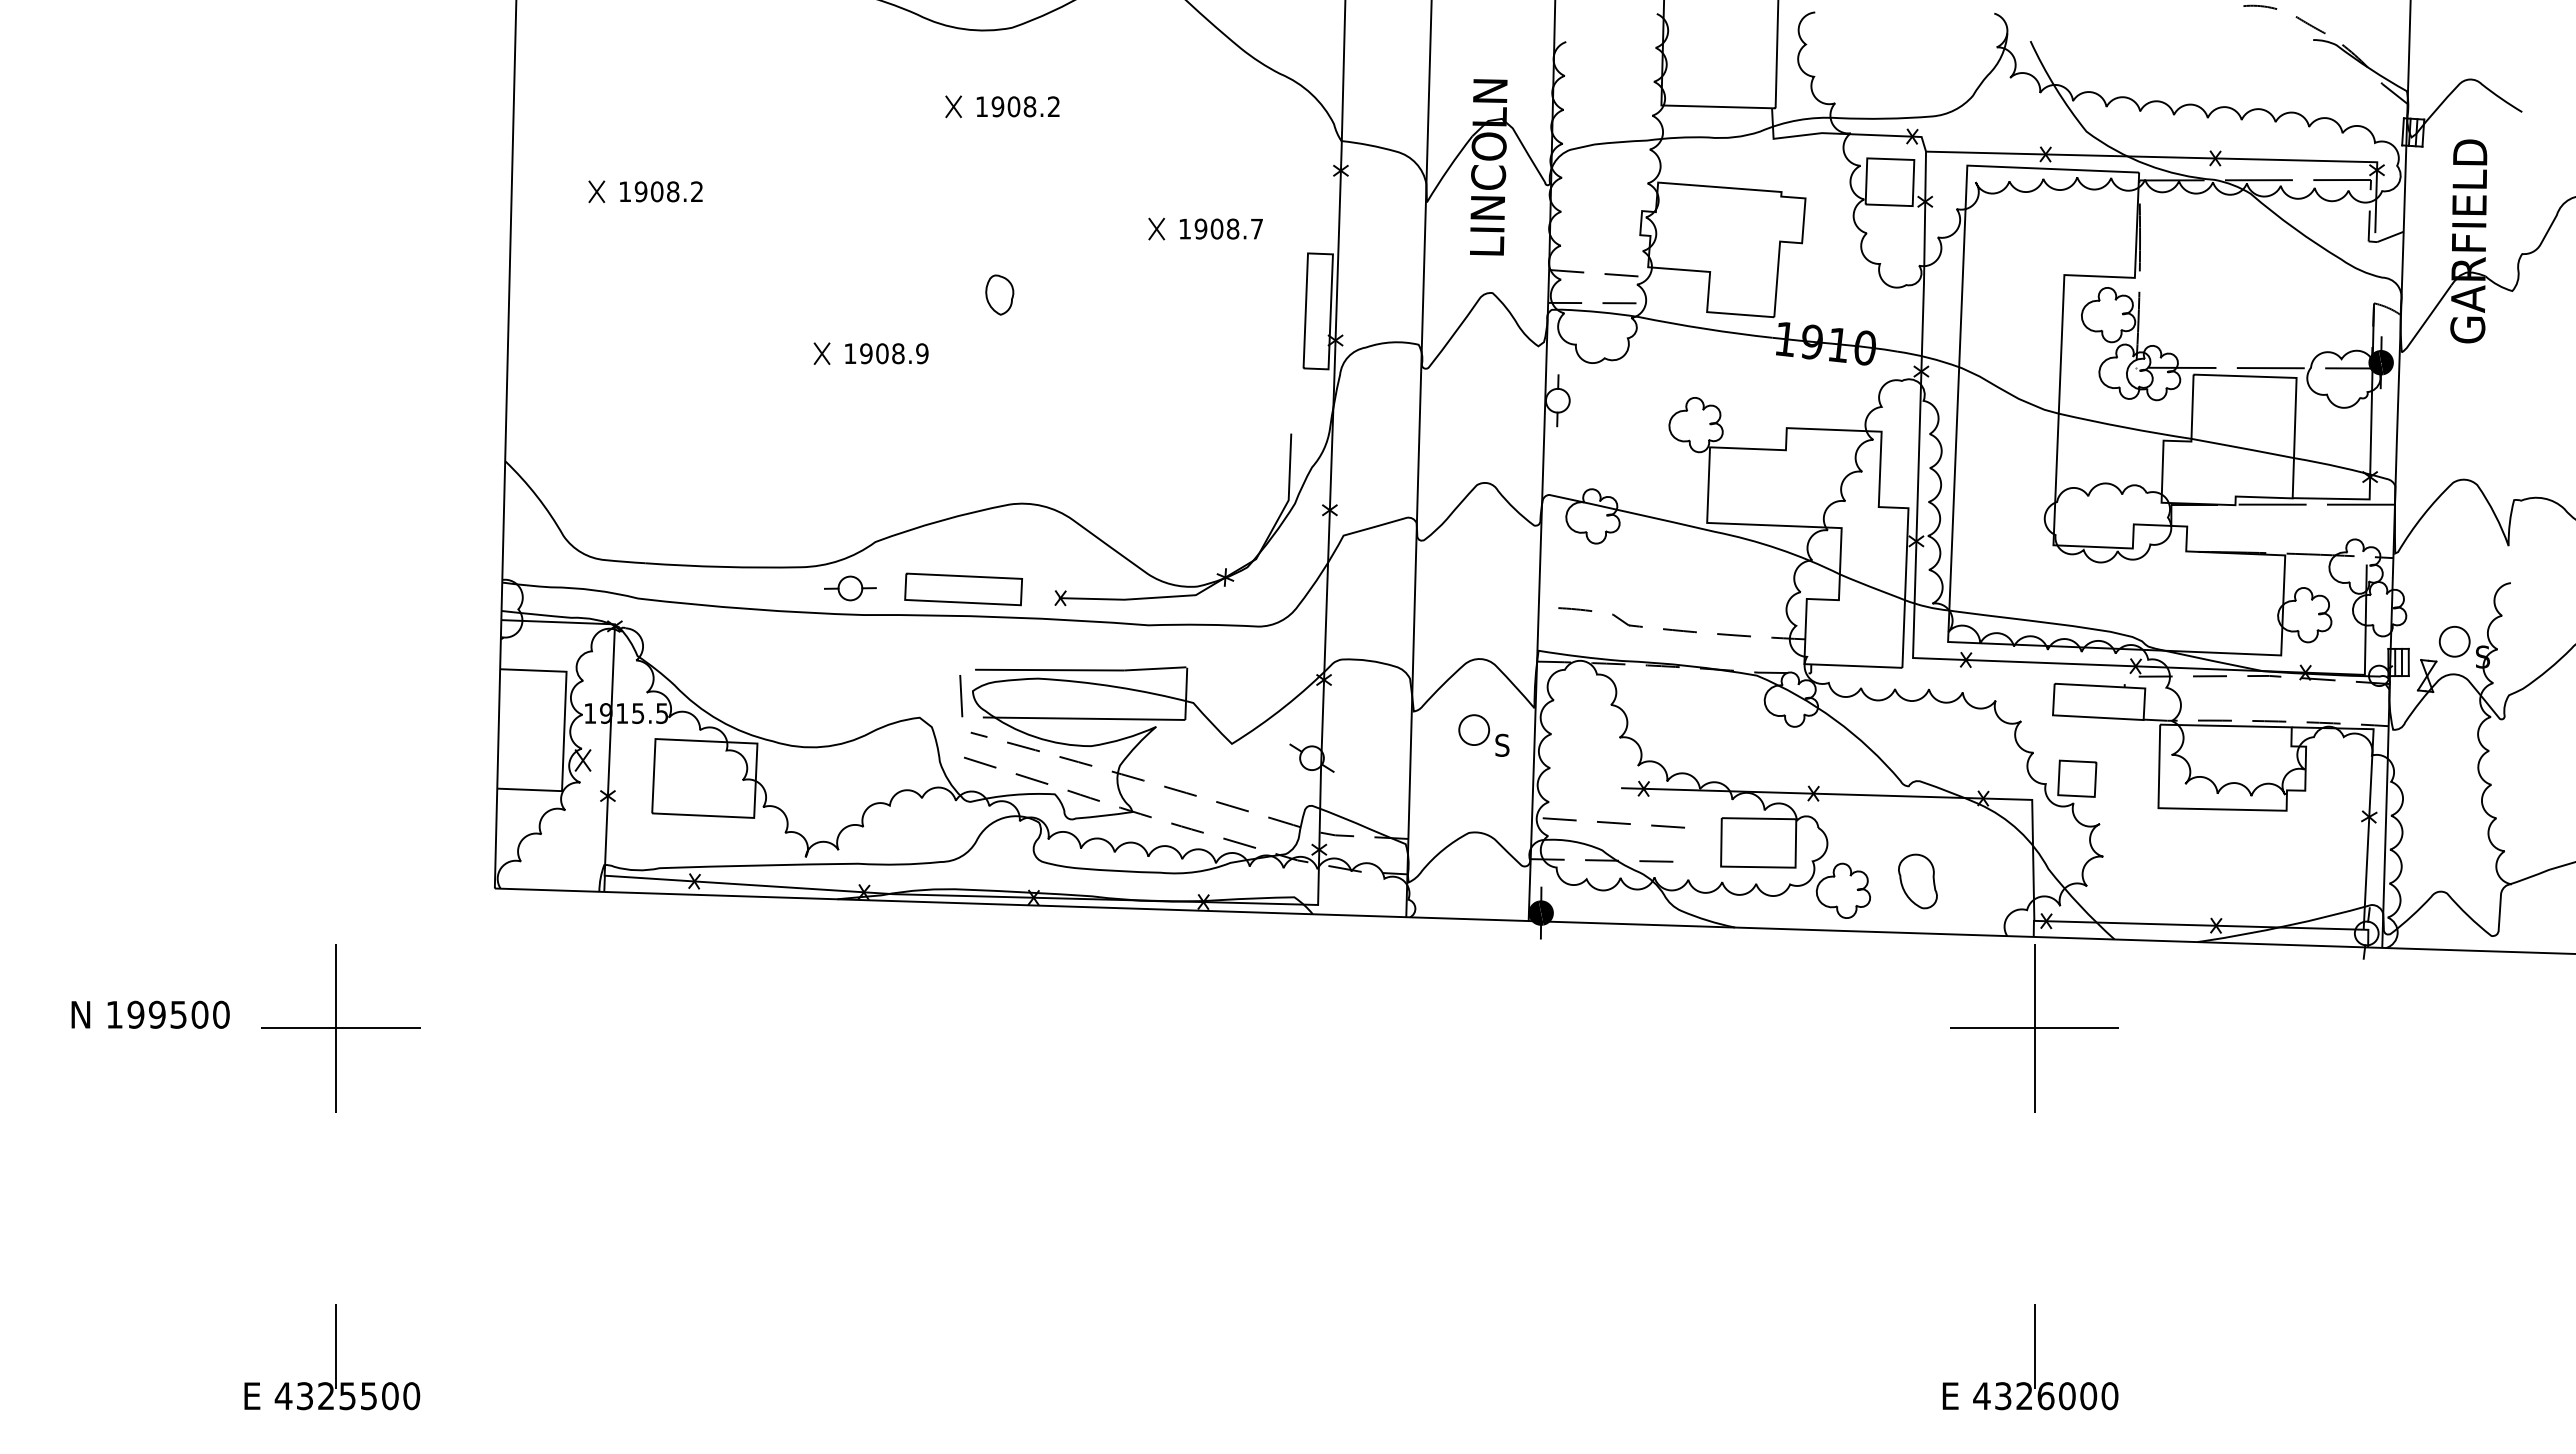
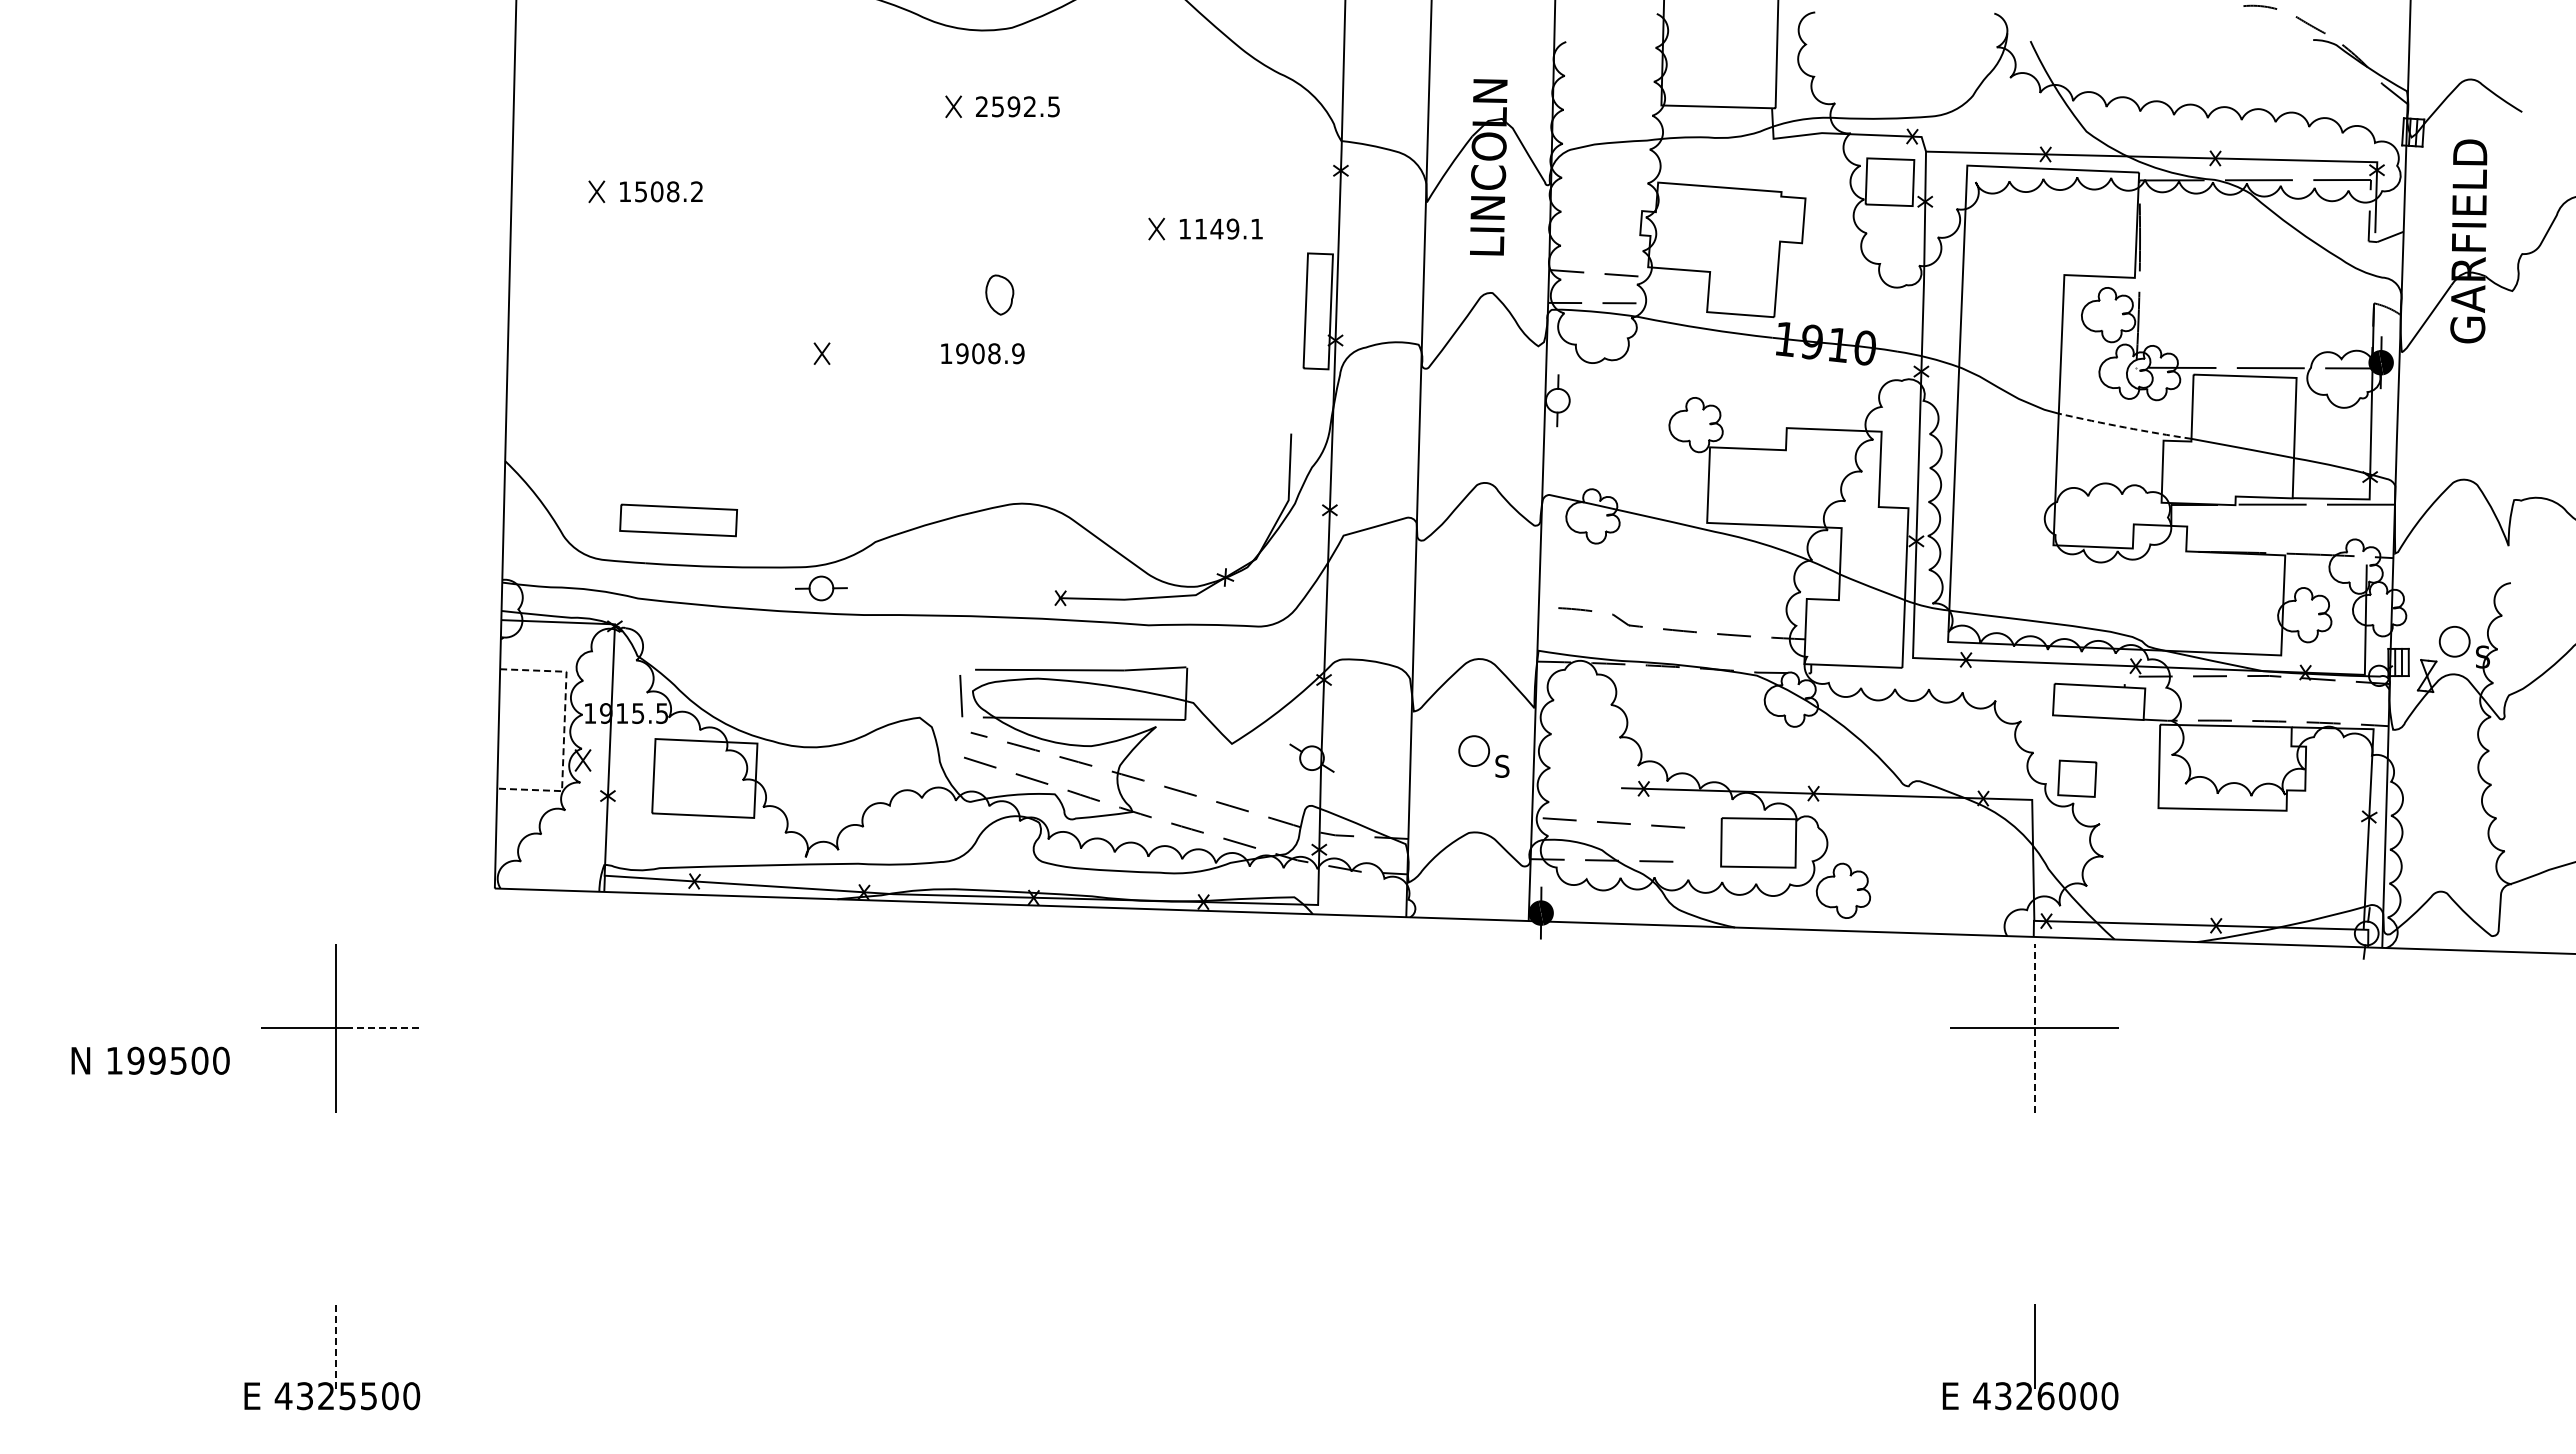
text at (1017, 106): 1908.2 -> 2592.5
text at (640, 191): 1908.2 -> 1508.2
text at (1228, 228): 1908.7 -> 1149.1
text at (886, 353) position: (886, 353) -> (982, 353)
line at (2124, 427): solid -> dashed
part at (850, 588) position: (850, 588) -> (821, 588)
part at (963, 589) position: (963, 589) -> (678, 520)
line at (564, 730): solid -> dashed
part at (1483, 735) position: (1483, 735) -> (1483, 756)
part at (1917, 881): present -> none
text at (150, 1014) position: (150, 1014) -> (150, 1060)
line at (384, 1028): solid -> dashed
line at (2034, 1028): solid -> dashed
line at (336, 1346): solid -> dashed
